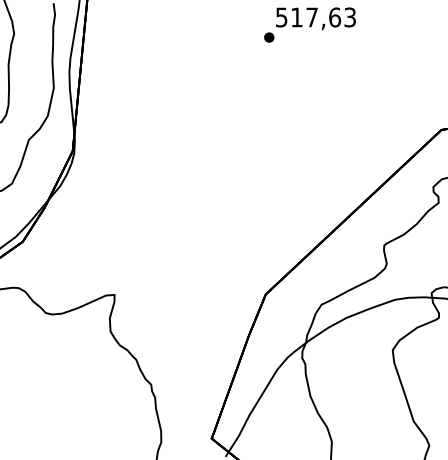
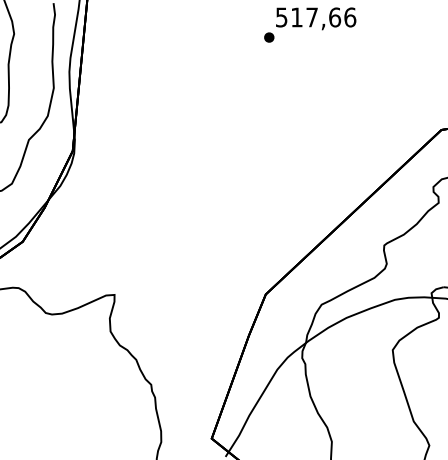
text at (350, 17): 517,63 -> 517,66
